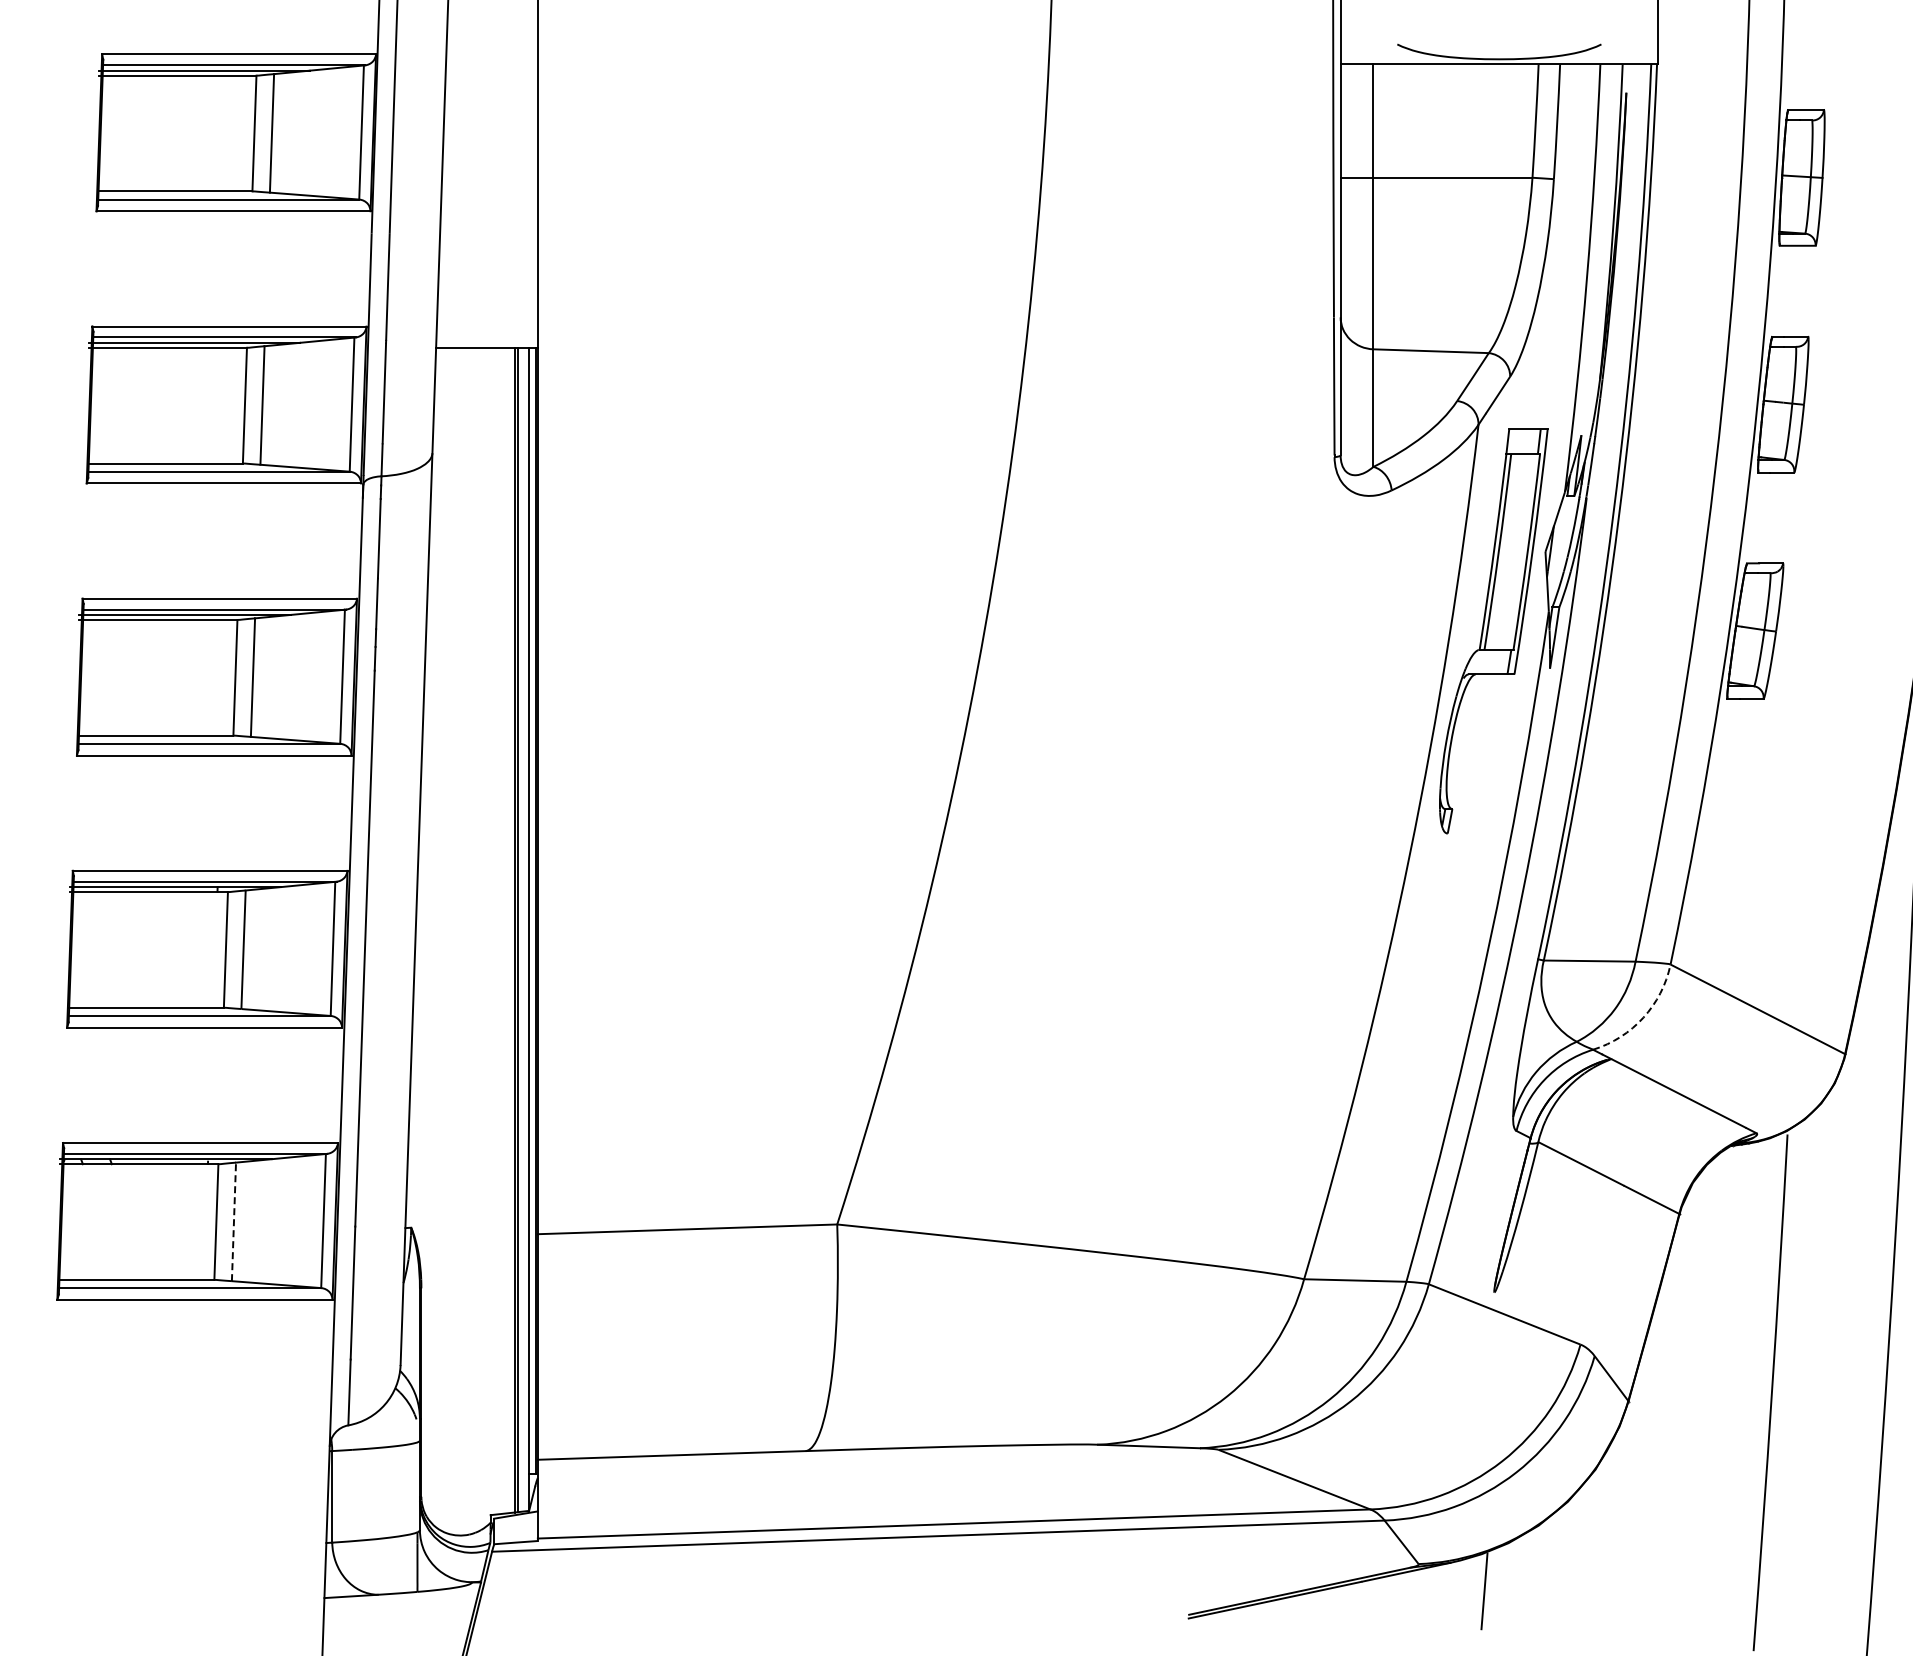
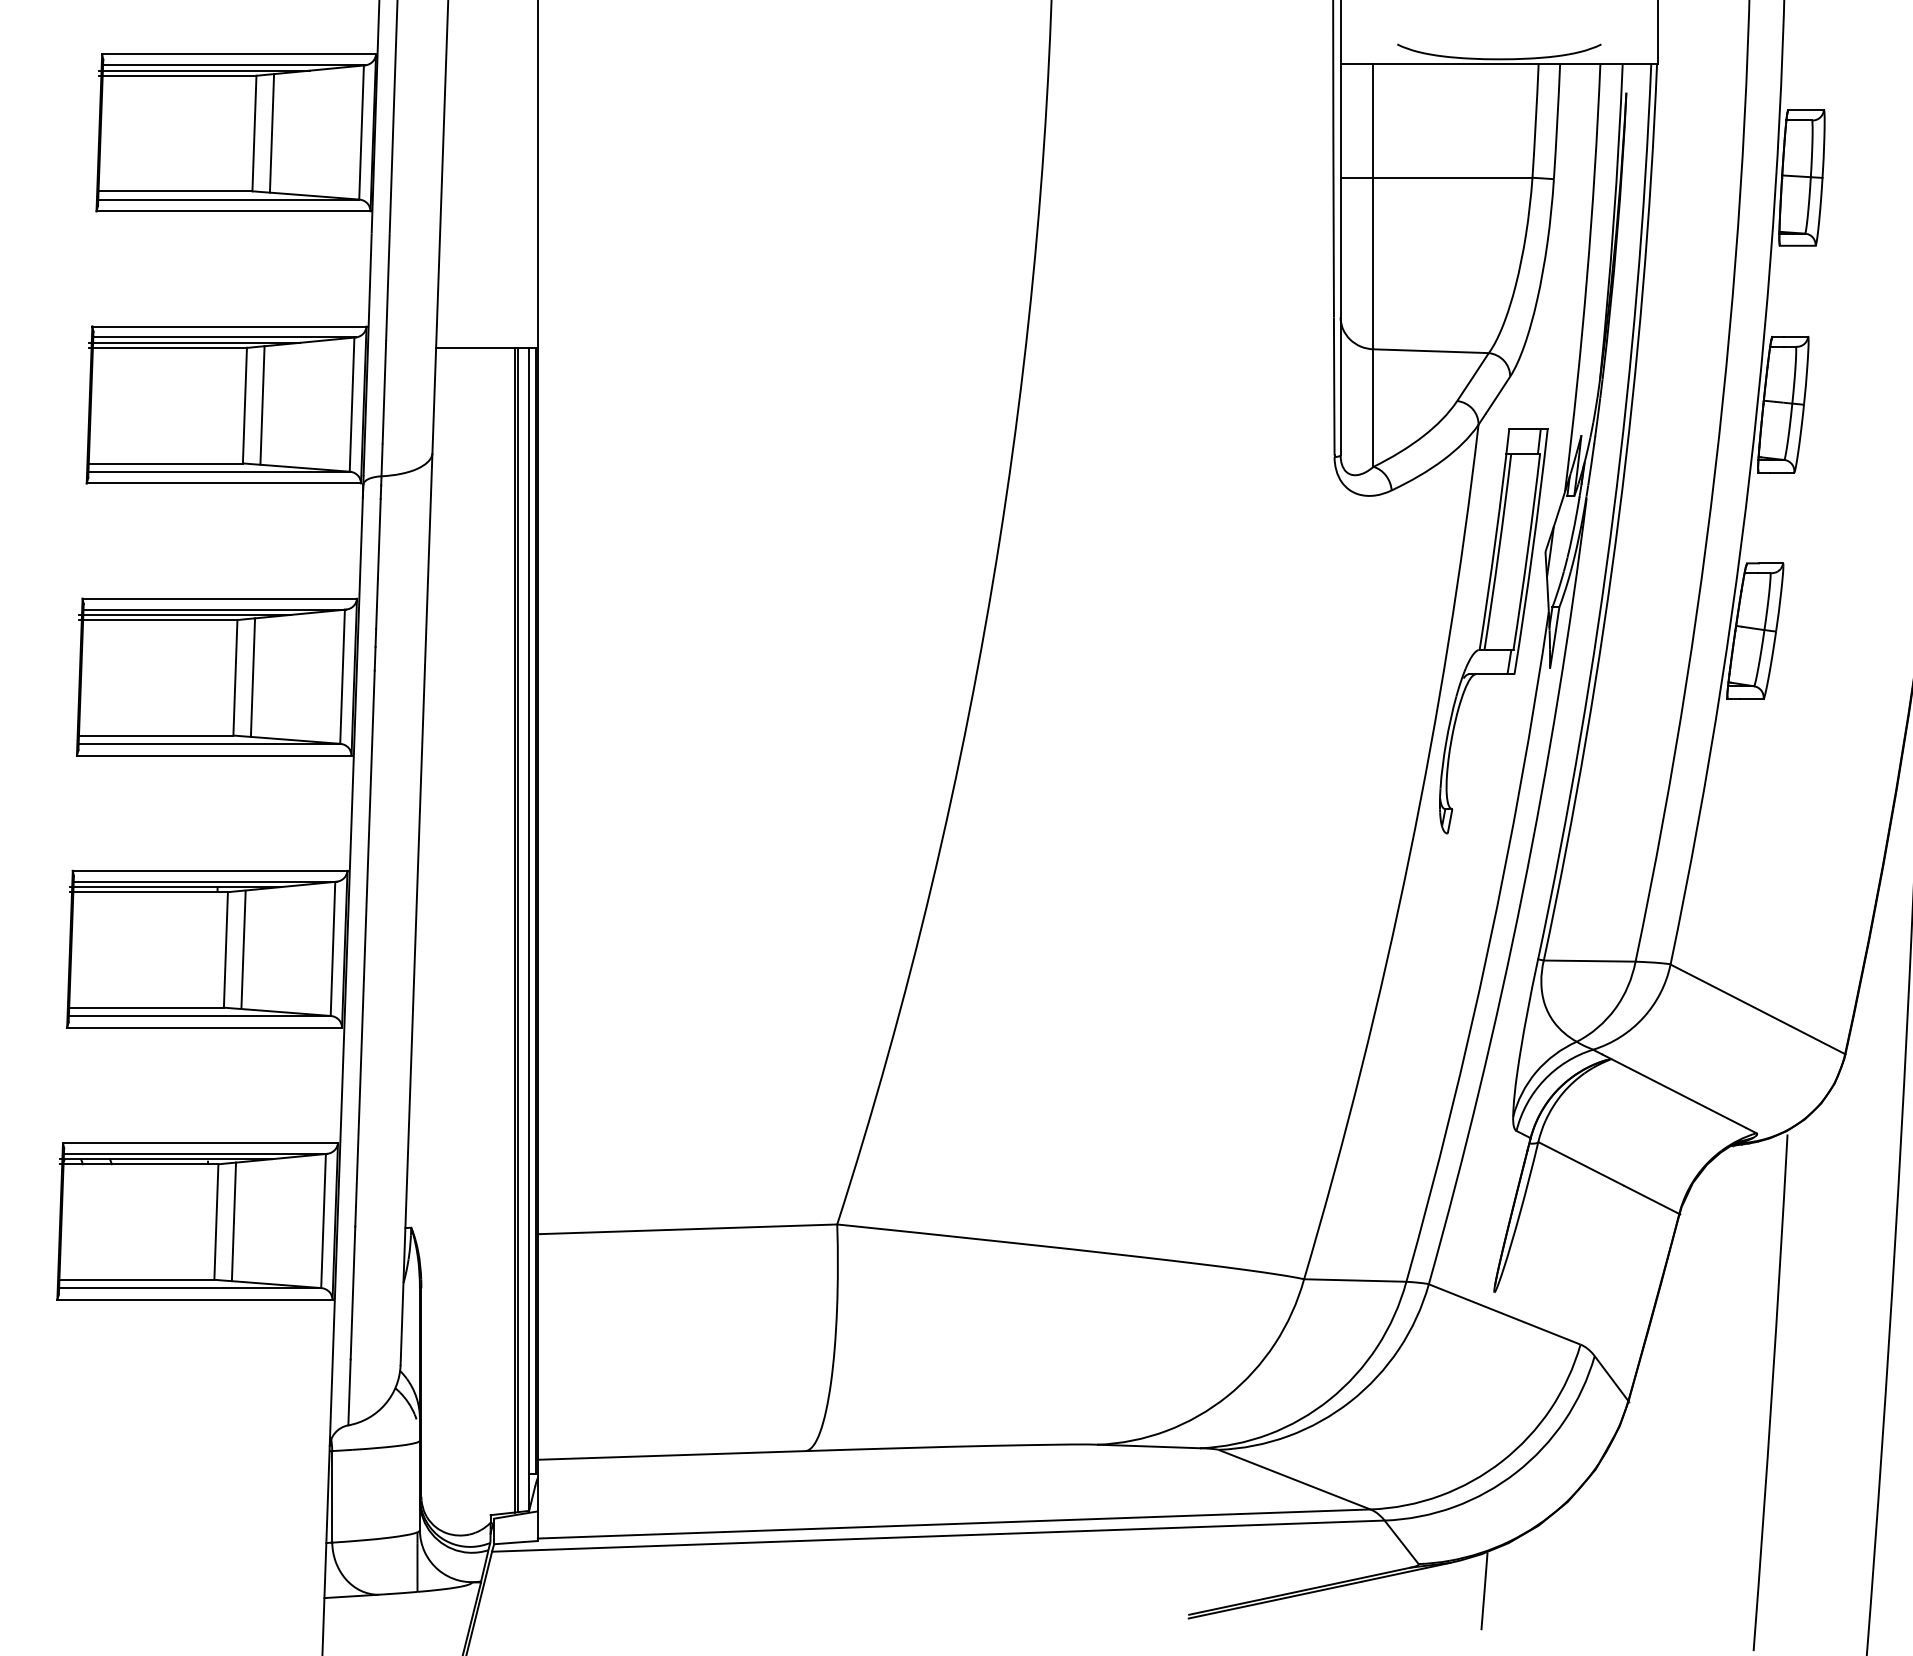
arc at (1643, 1017): dashed -> solid
line at (233, 1221): dashed -> solid
